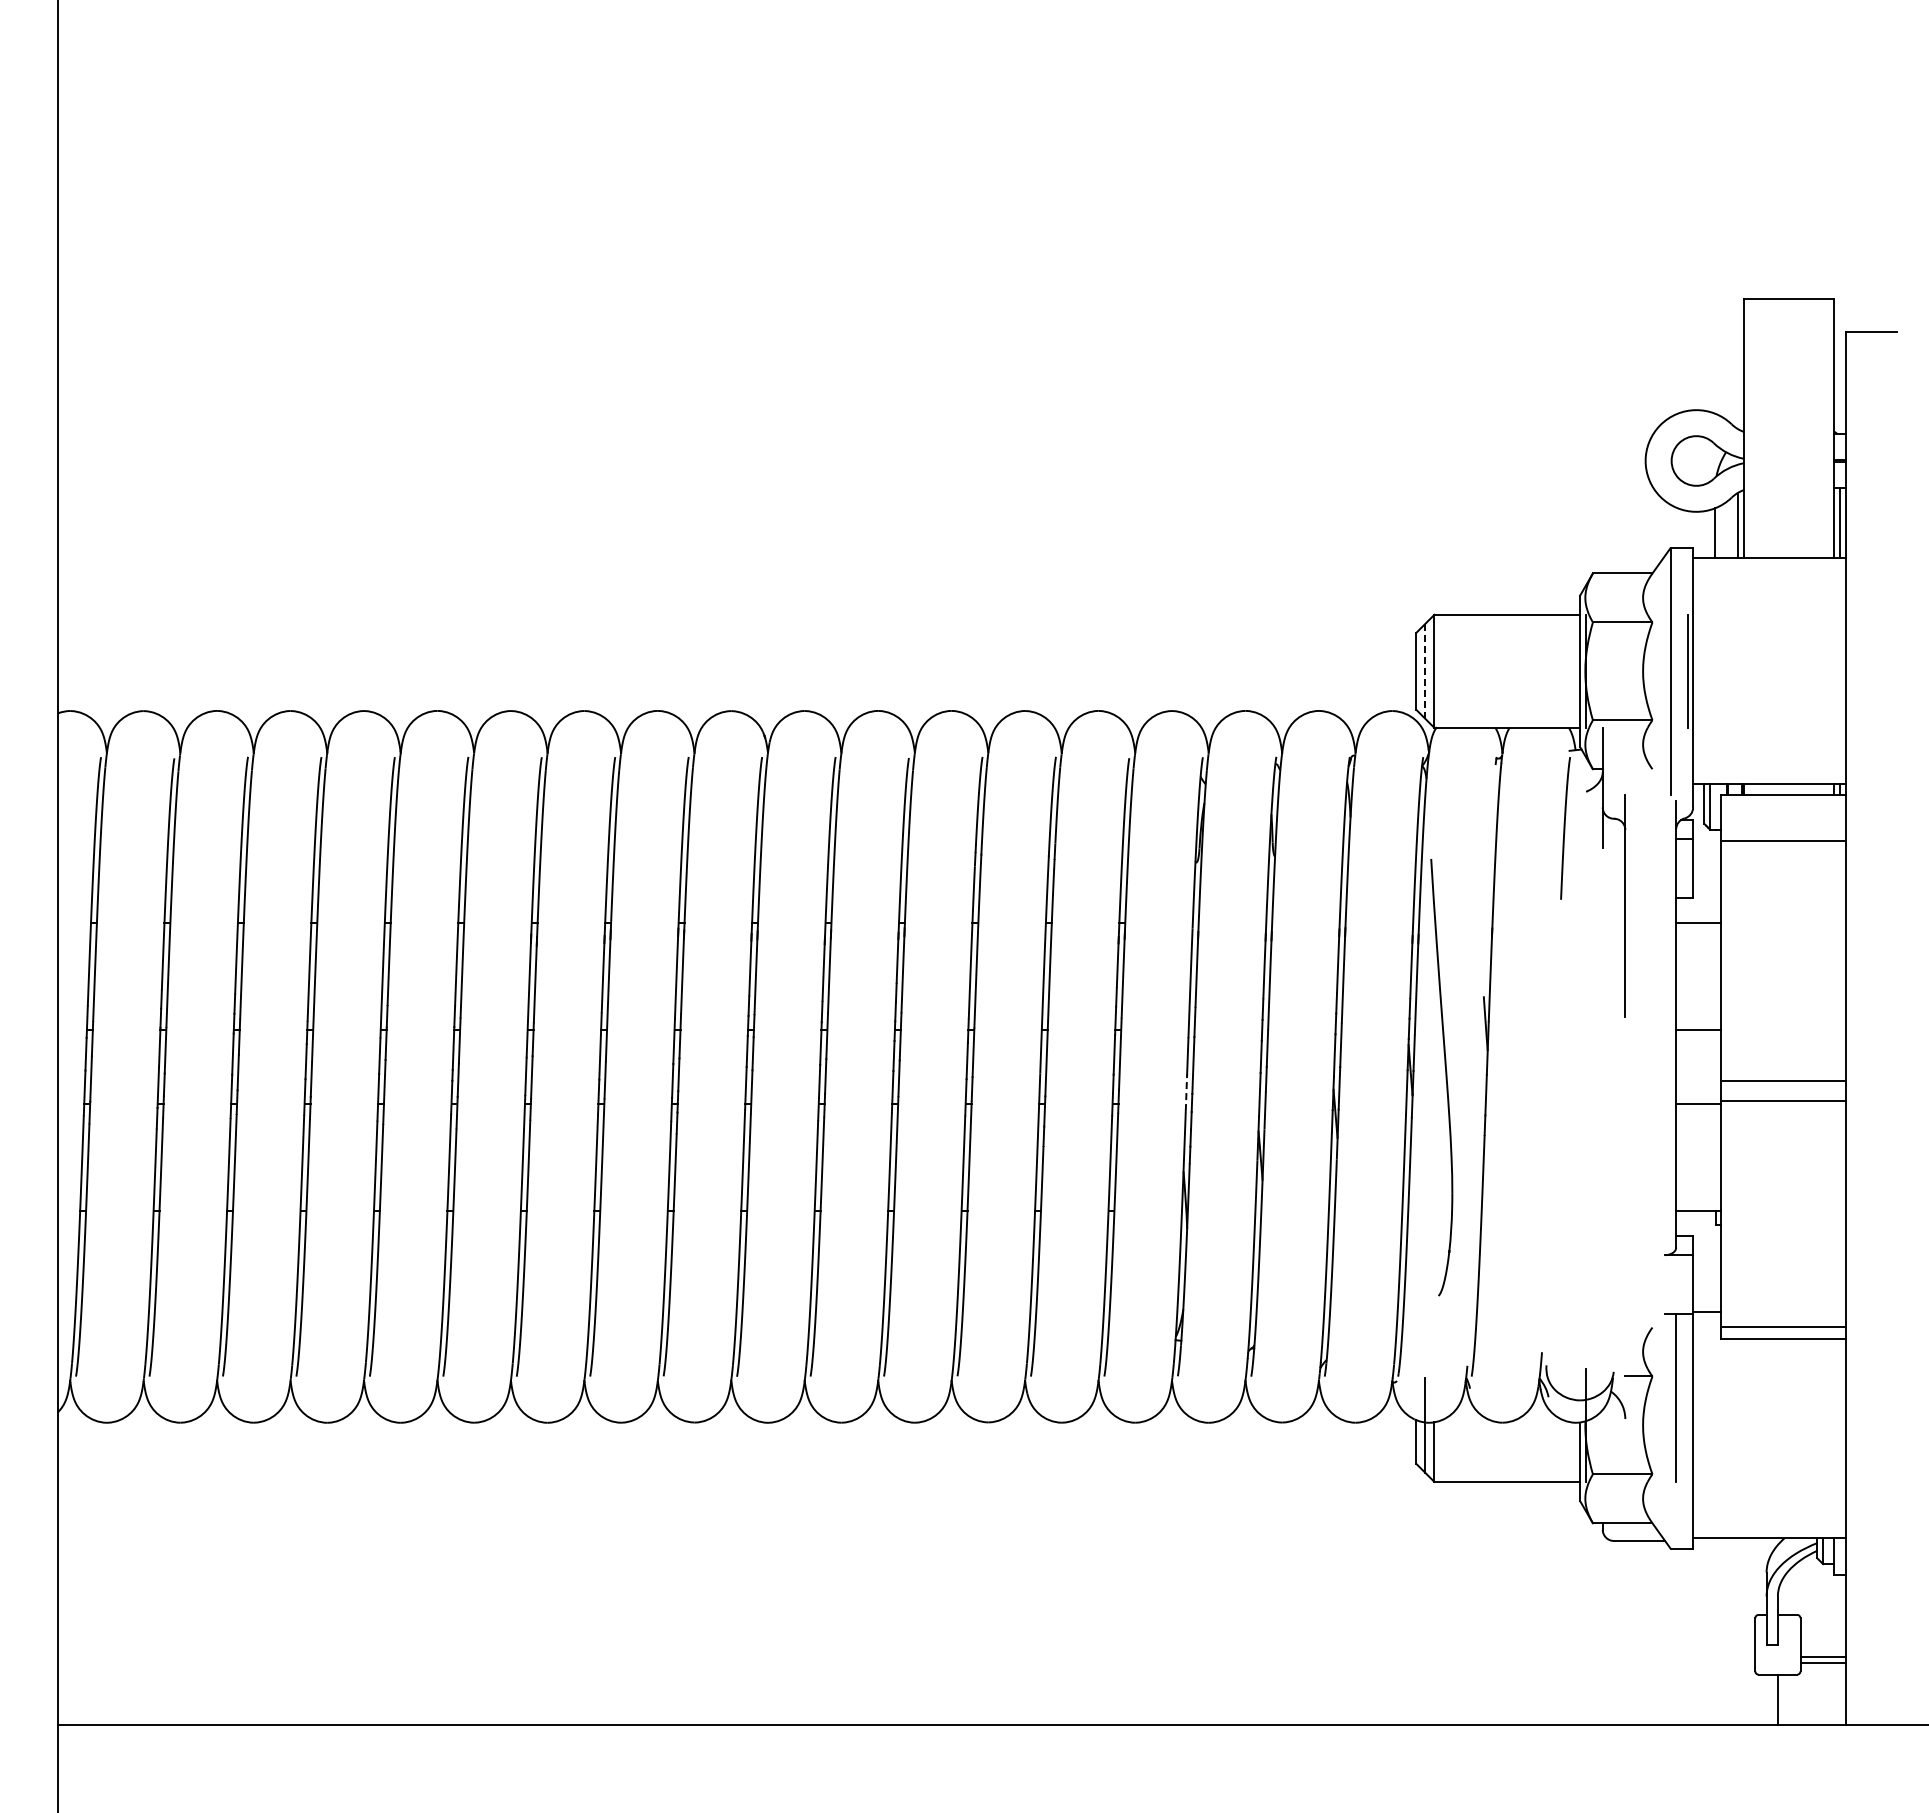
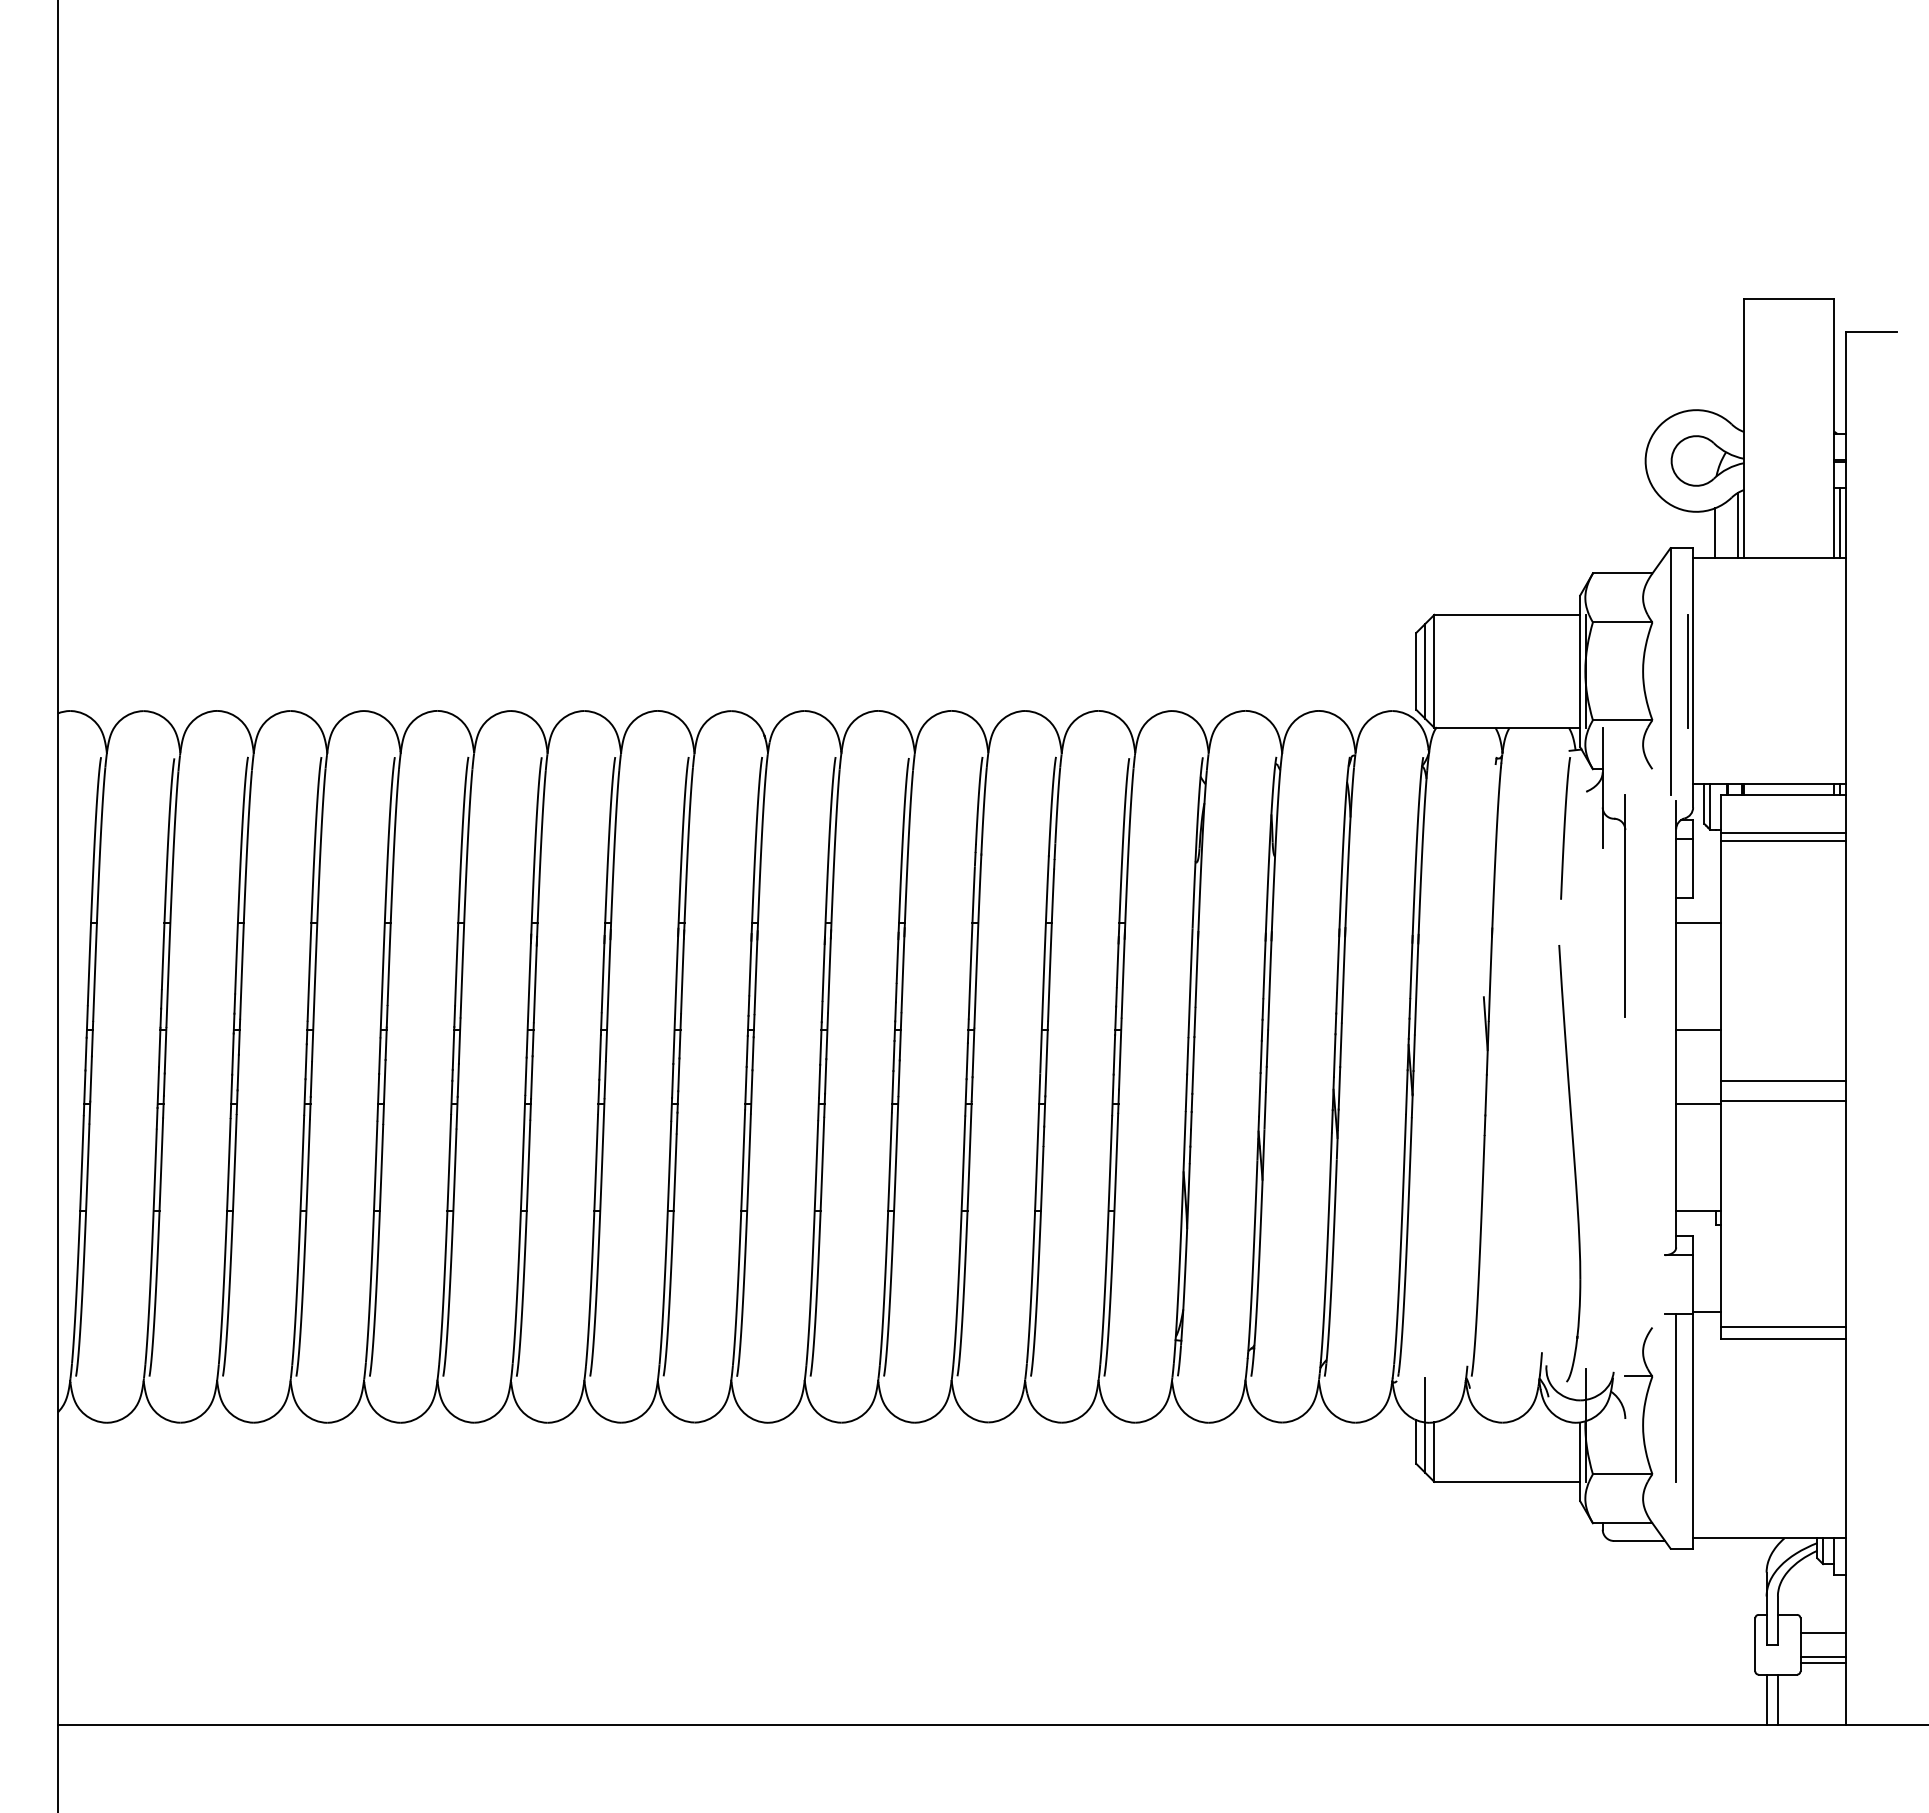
line at (1425, 671): dashed -> solid
line at (1783, 833): none -> present
part at (1441, 1077) position: (1441, 1077) -> (1569, 1163)
line at (1186, 1092): dashed -> solid
line at (1822, 1632): none -> present
line at (1766, 1699): none -> present
